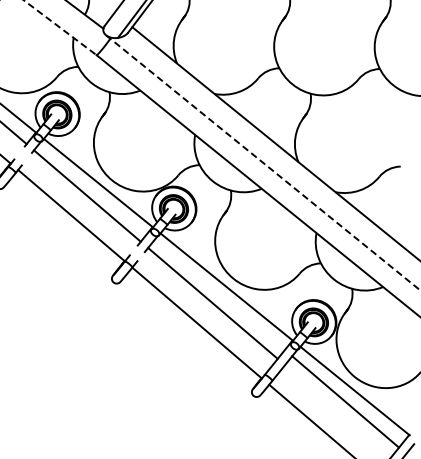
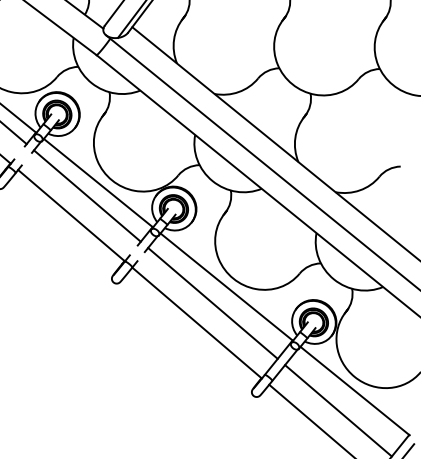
line at (60, 28): dashed -> solid
line at (263, 163): dashed -> solid
line at (345, 401) position: (345, 401) -> (338, 410)
